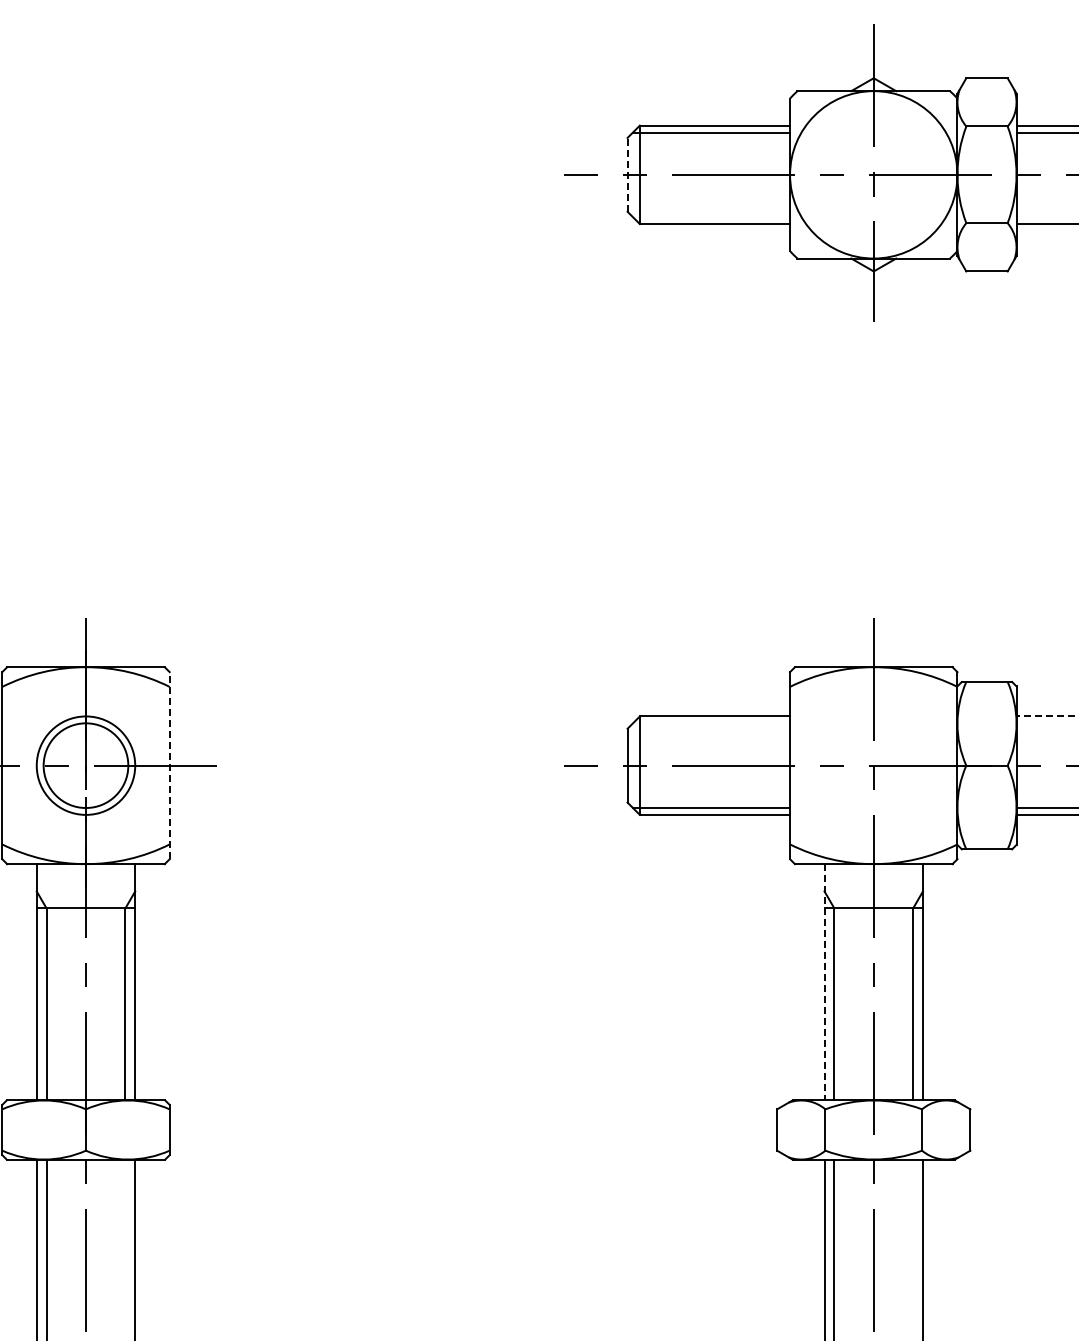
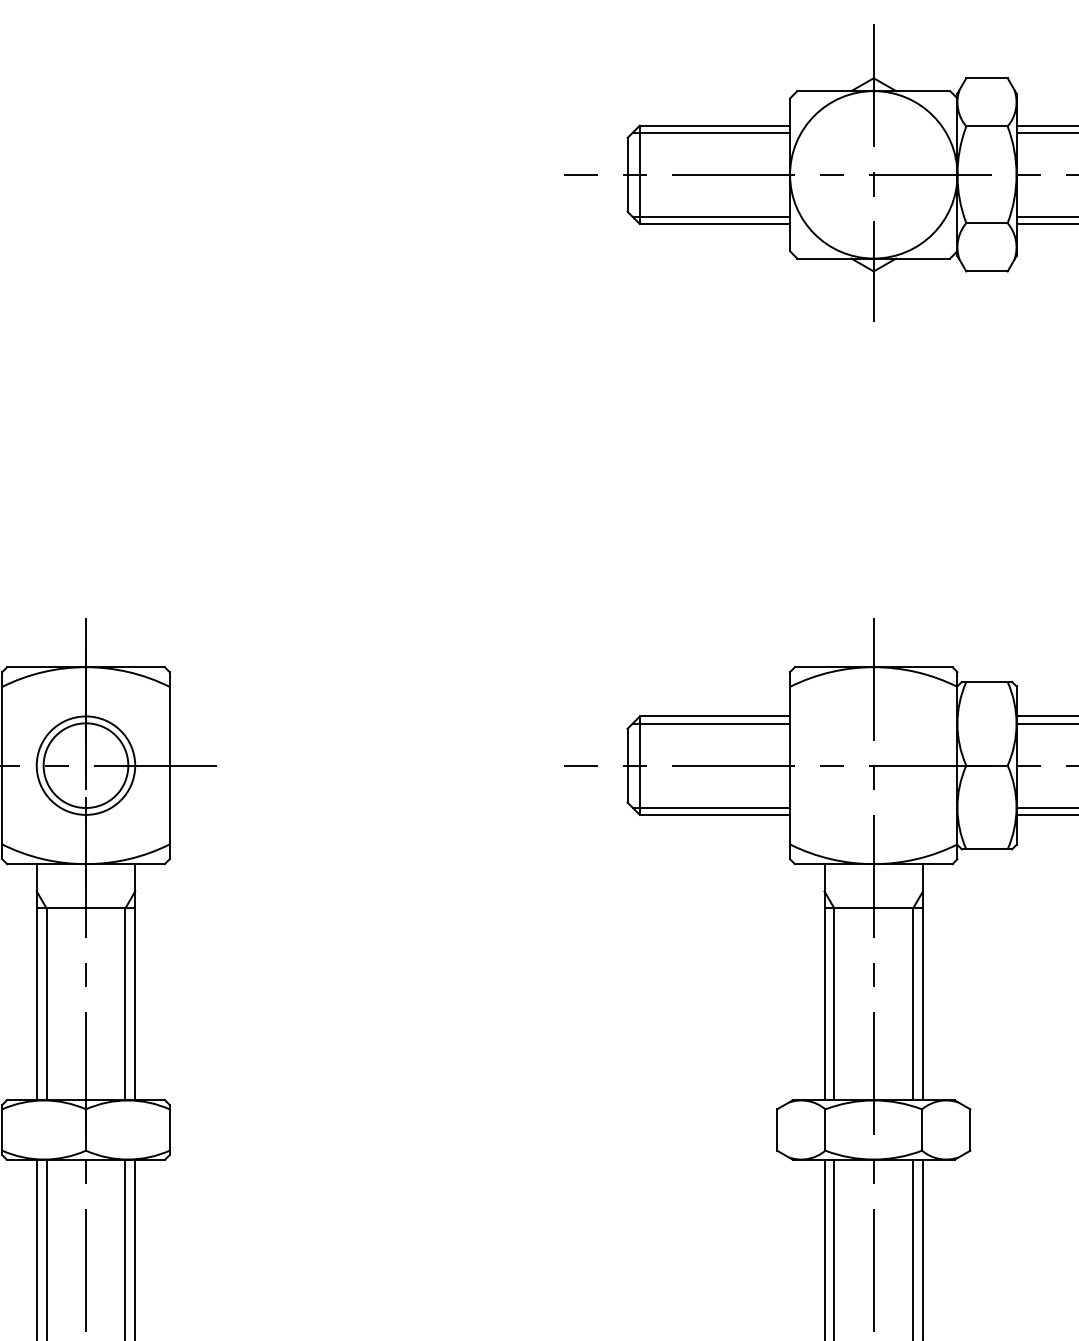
line at (627, 174): dashed -> solid
line at (711, 216): none -> present
line at (1045, 216): none -> present
line at (1047, 716): dashed -> solid
line at (711, 723): none -> present
line at (1045, 723): none -> present
line at (169, 765): dashed -> solid
line at (824, 982): dashed -> solid
line at (125, 1248): none -> present
line at (913, 1248): none -> present
